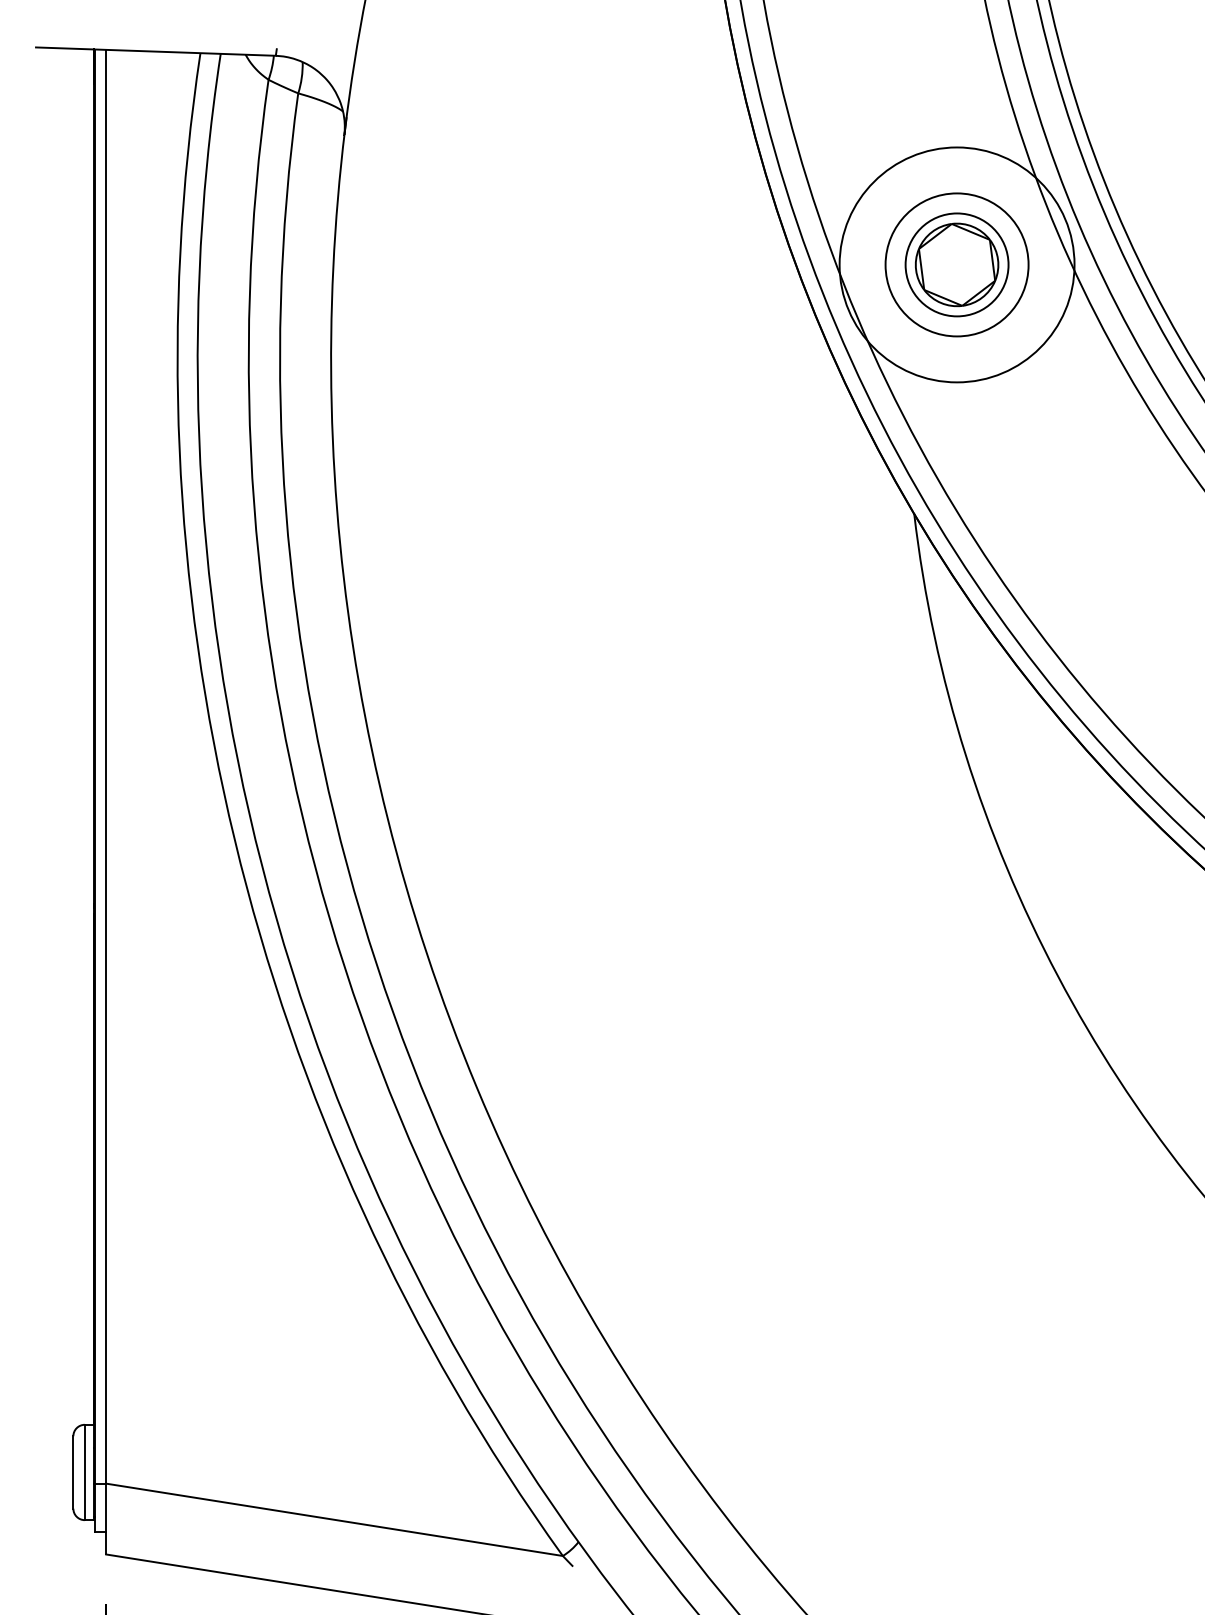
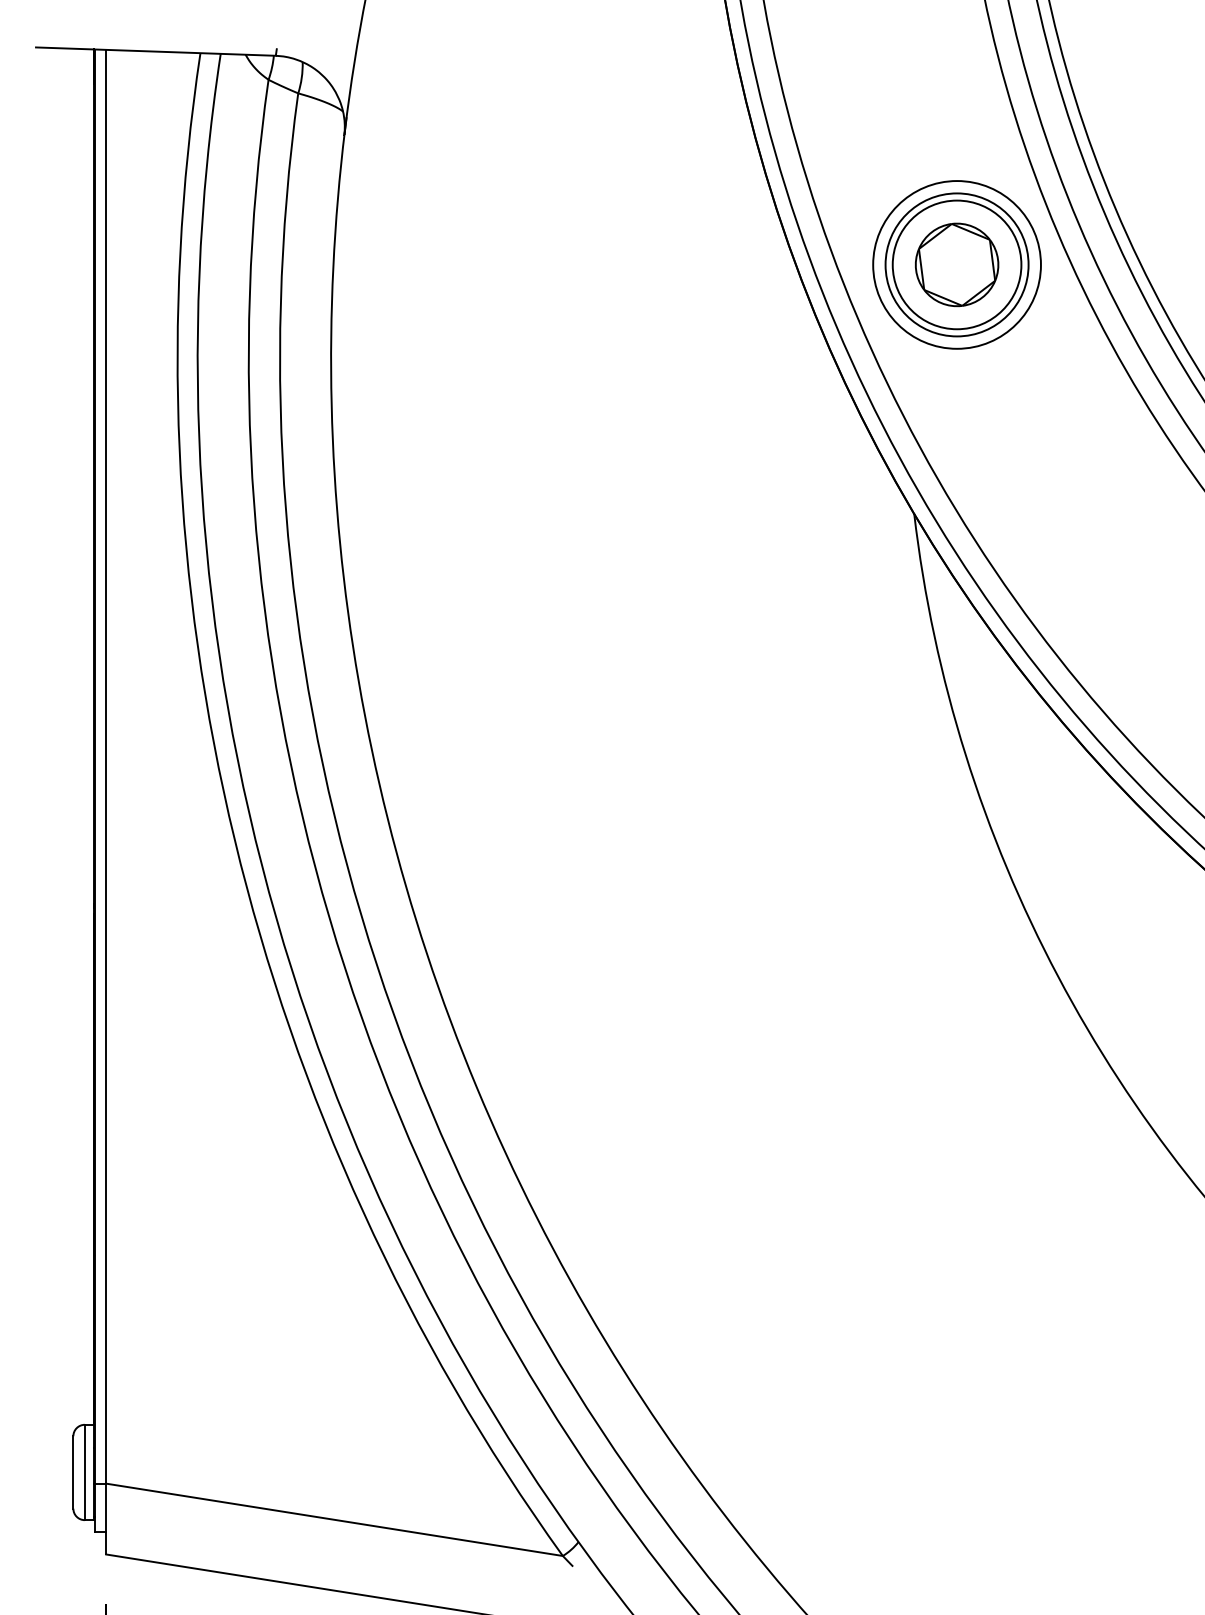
circle at (956, 264) diameter: 103 px -> 129 px
circle at (956, 264) diameter: 235 px -> 168 px
